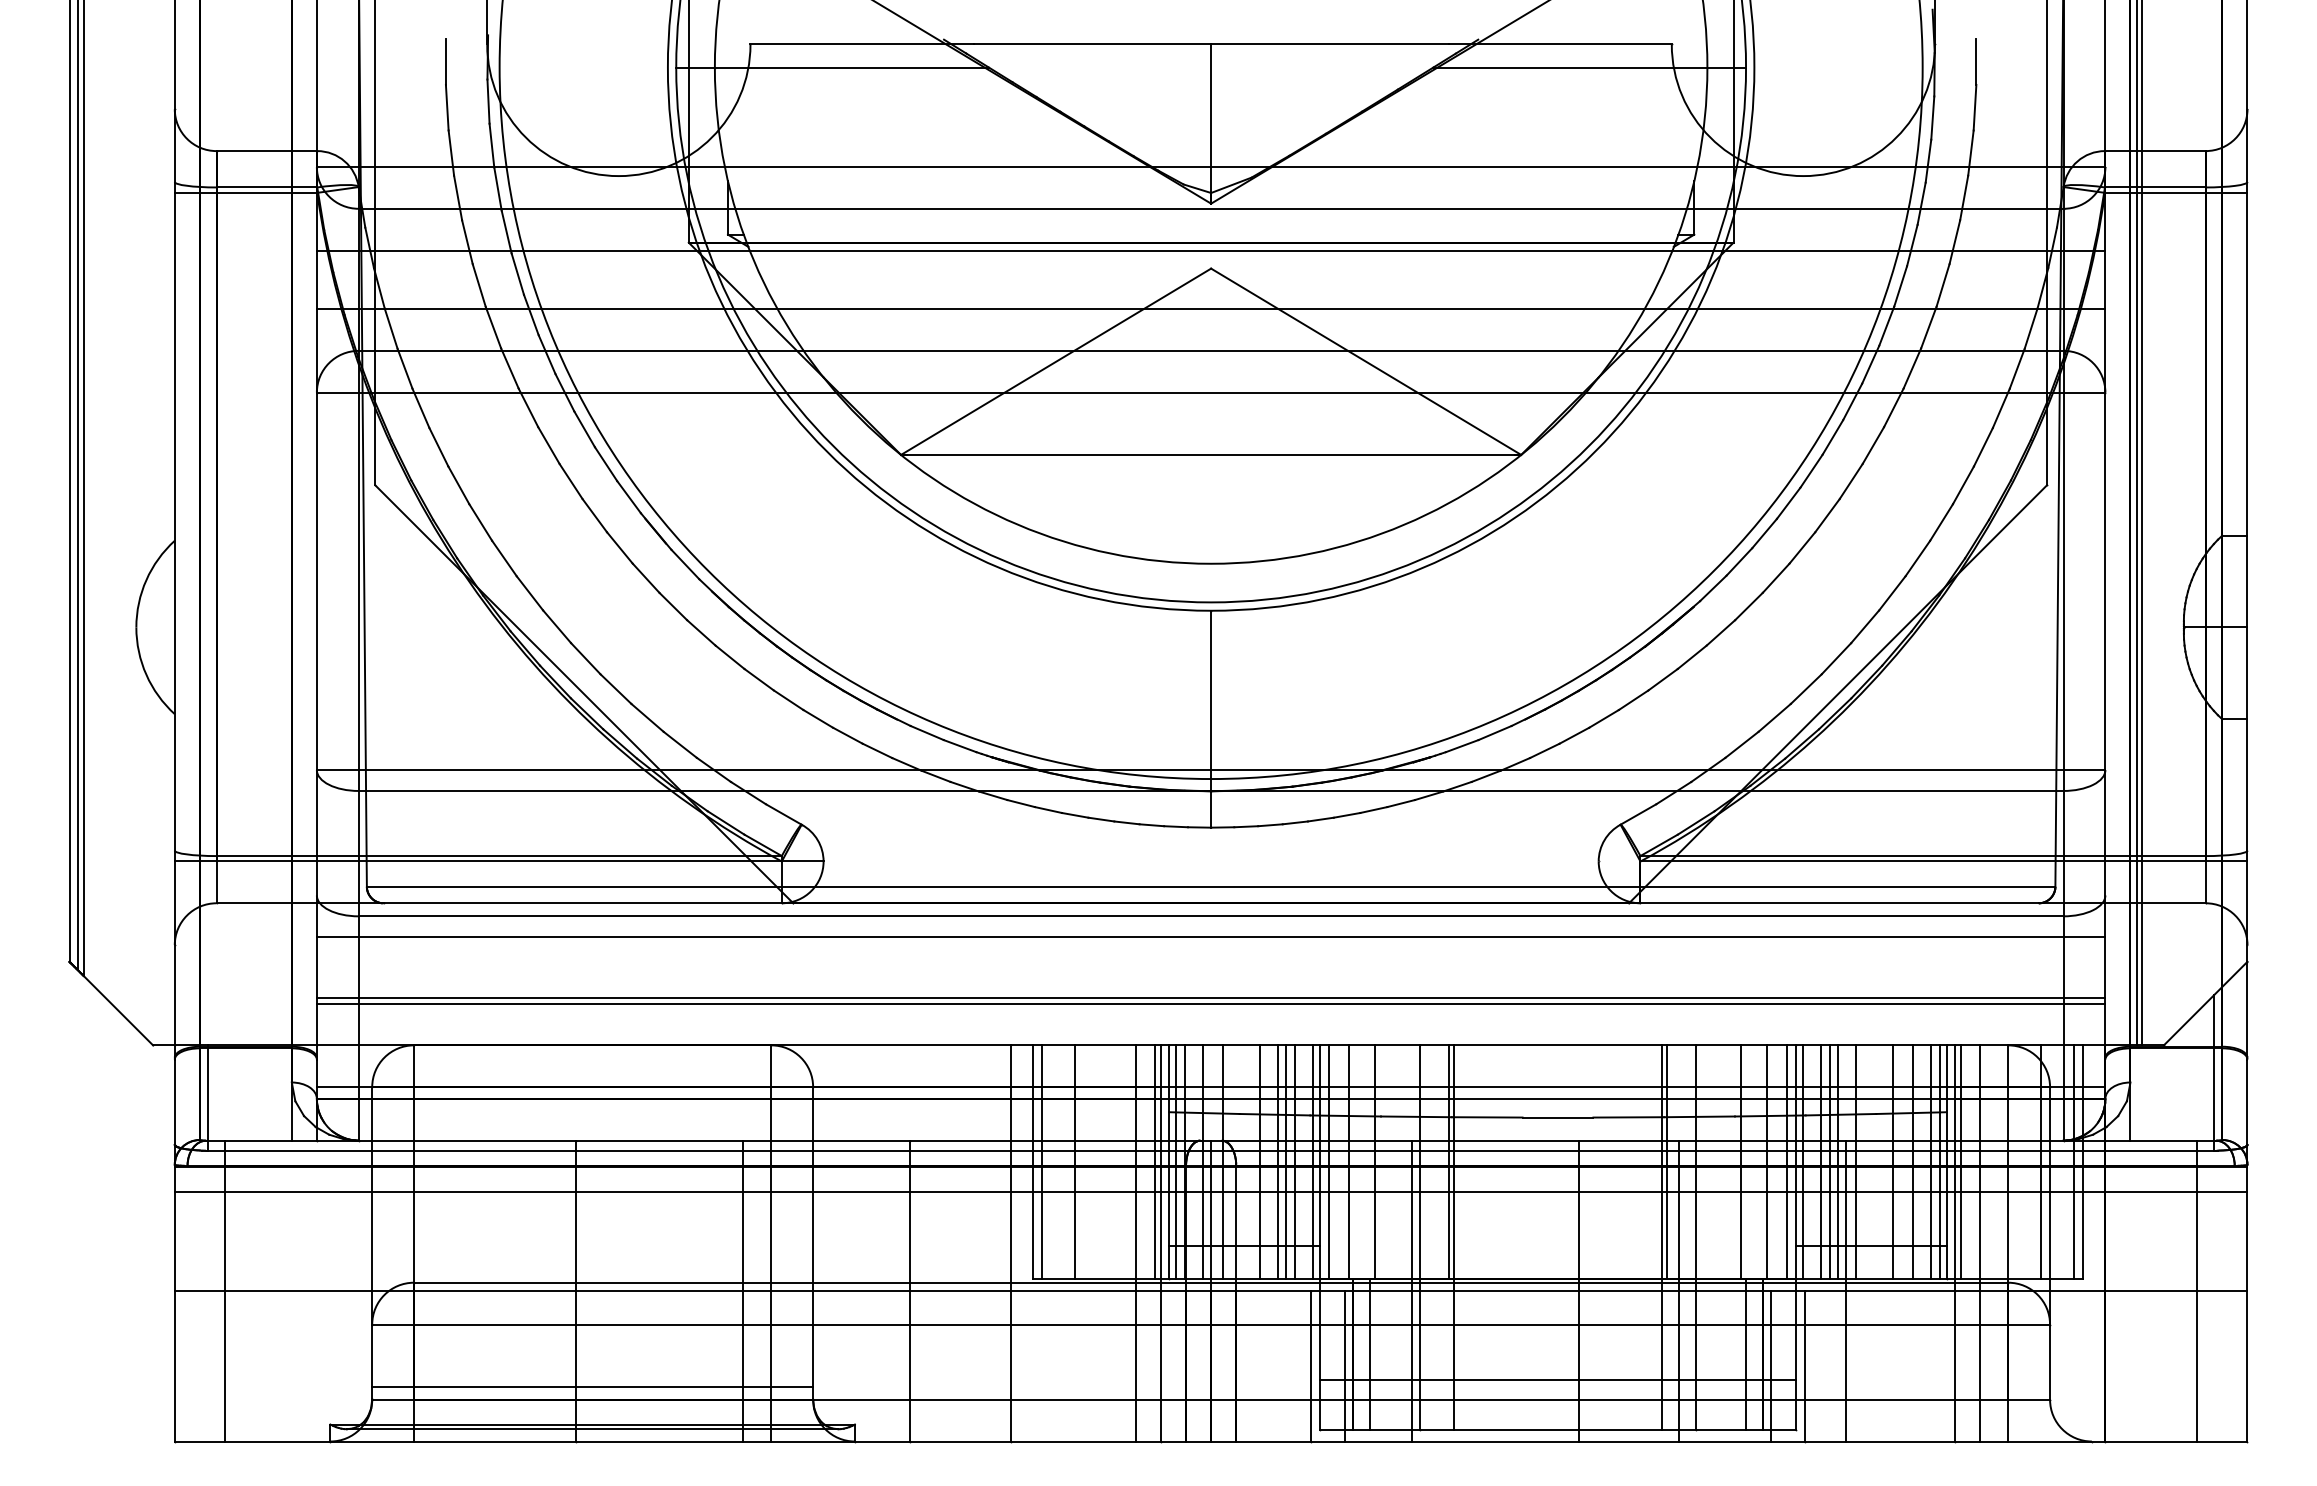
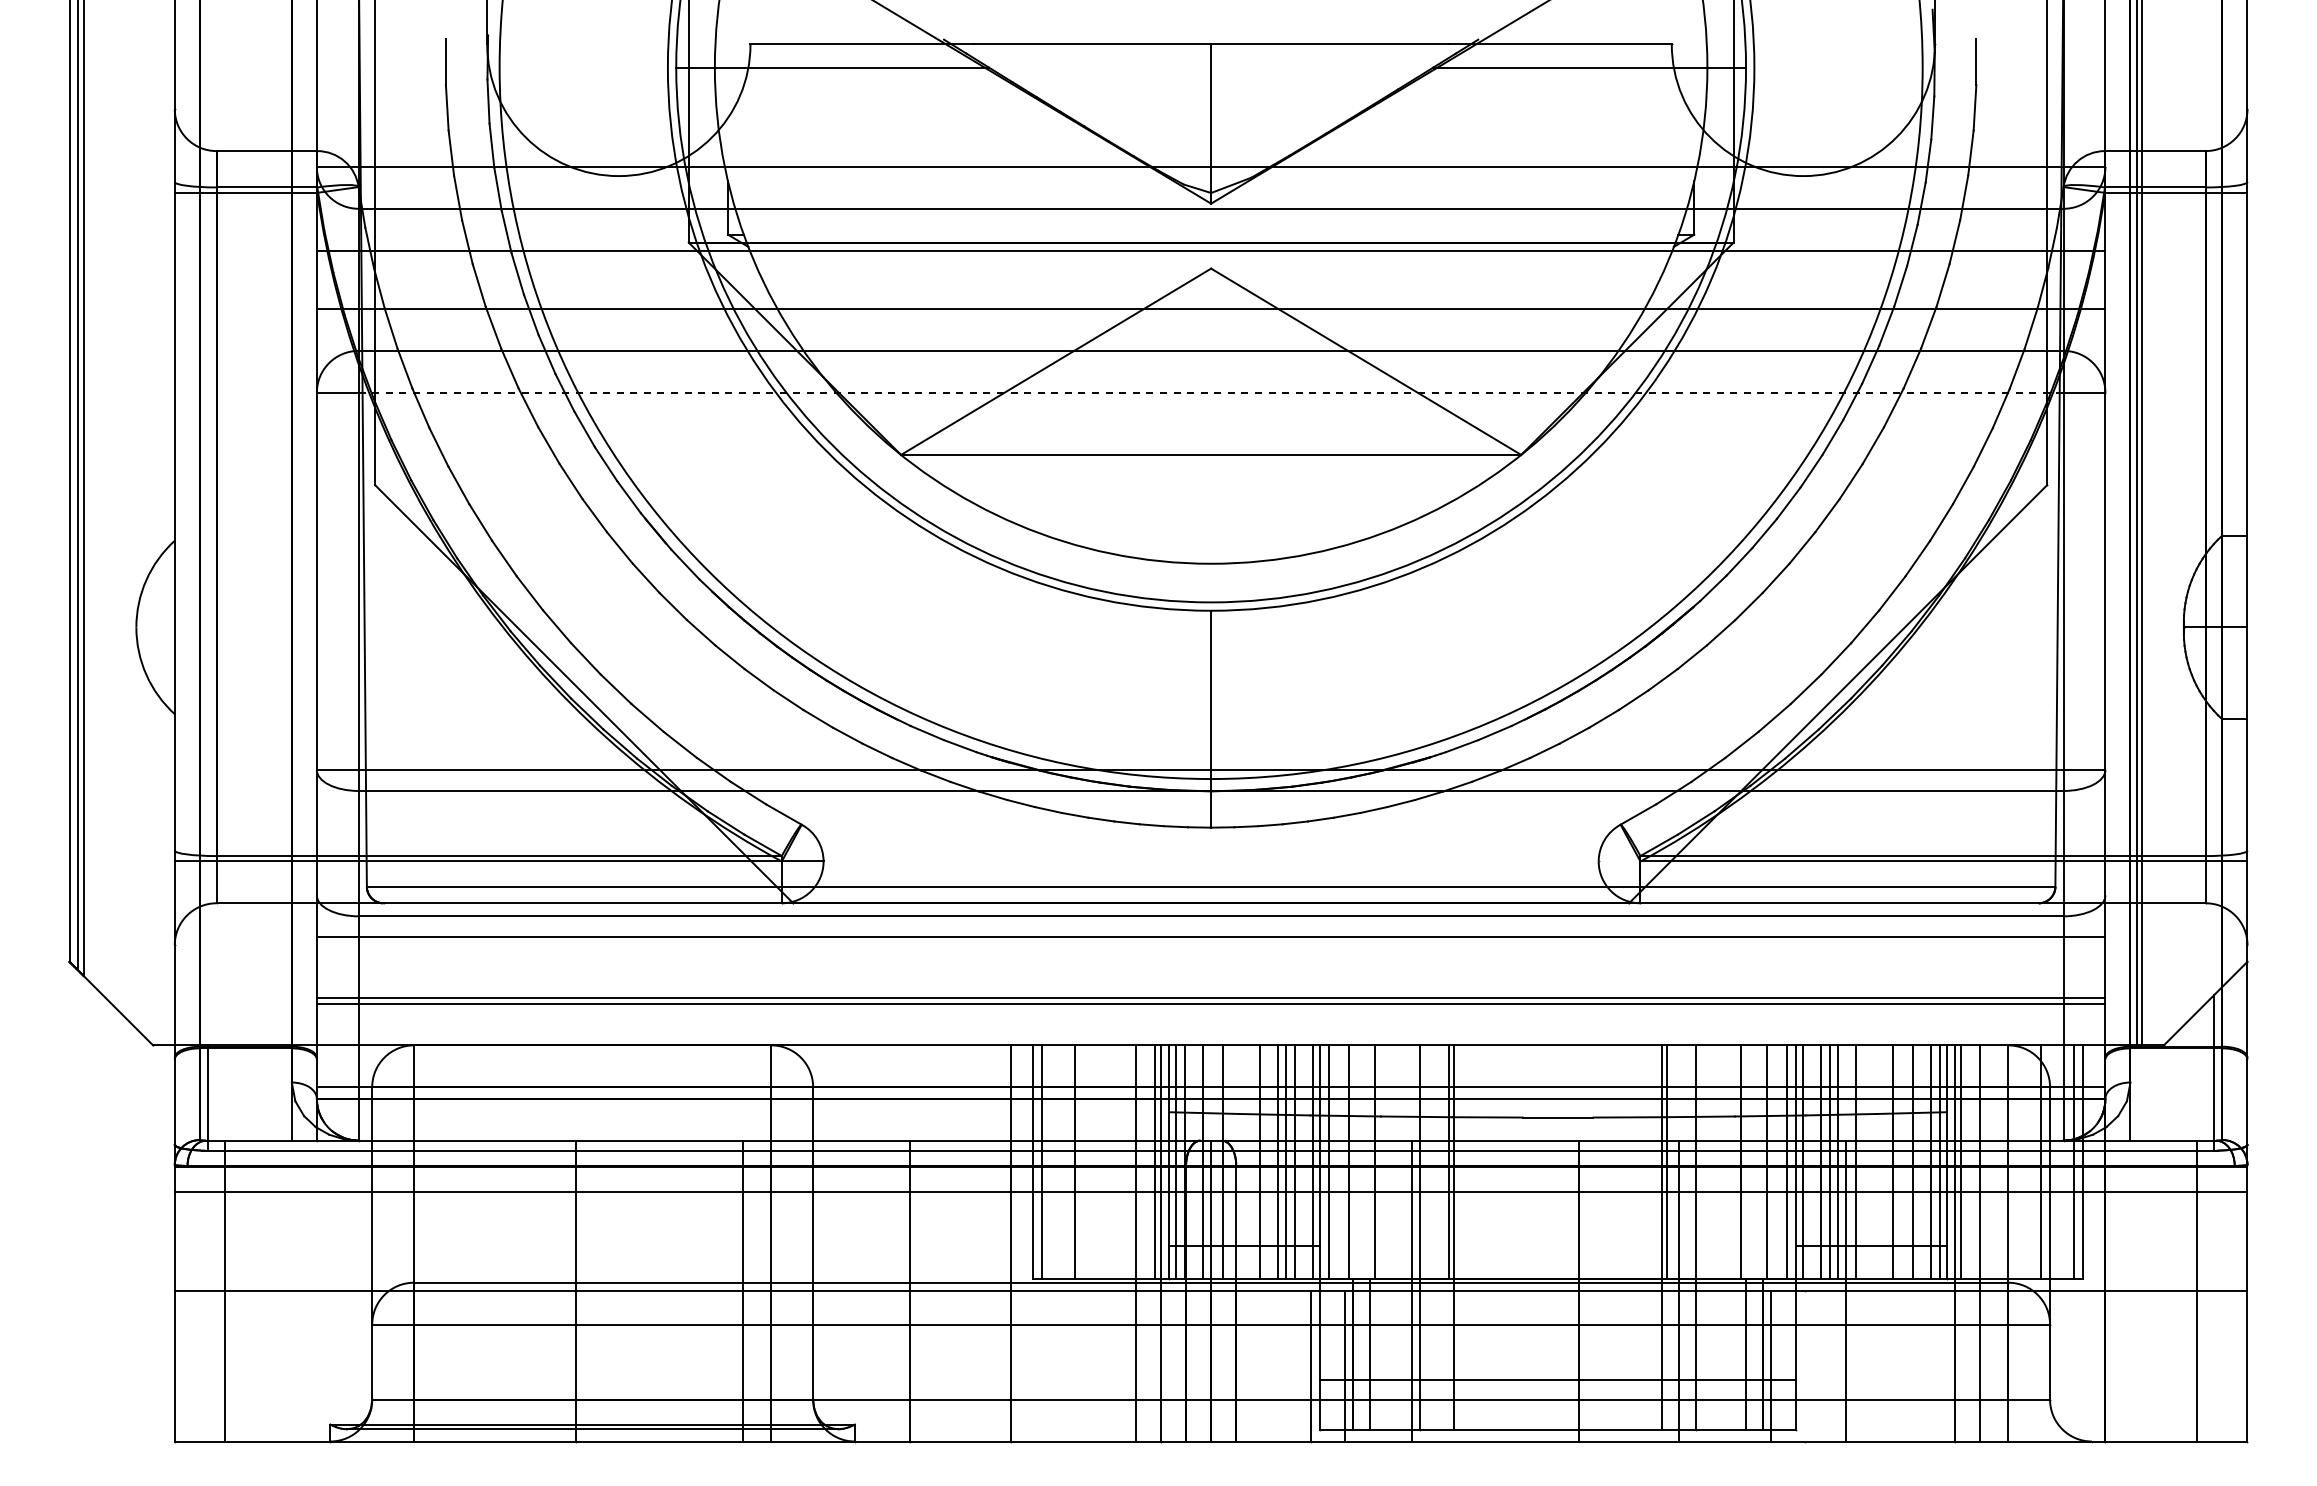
line at (1211, 392): solid -> dashed
line at (1804, 1366): present -> none
line at (592, 1387): present -> none
